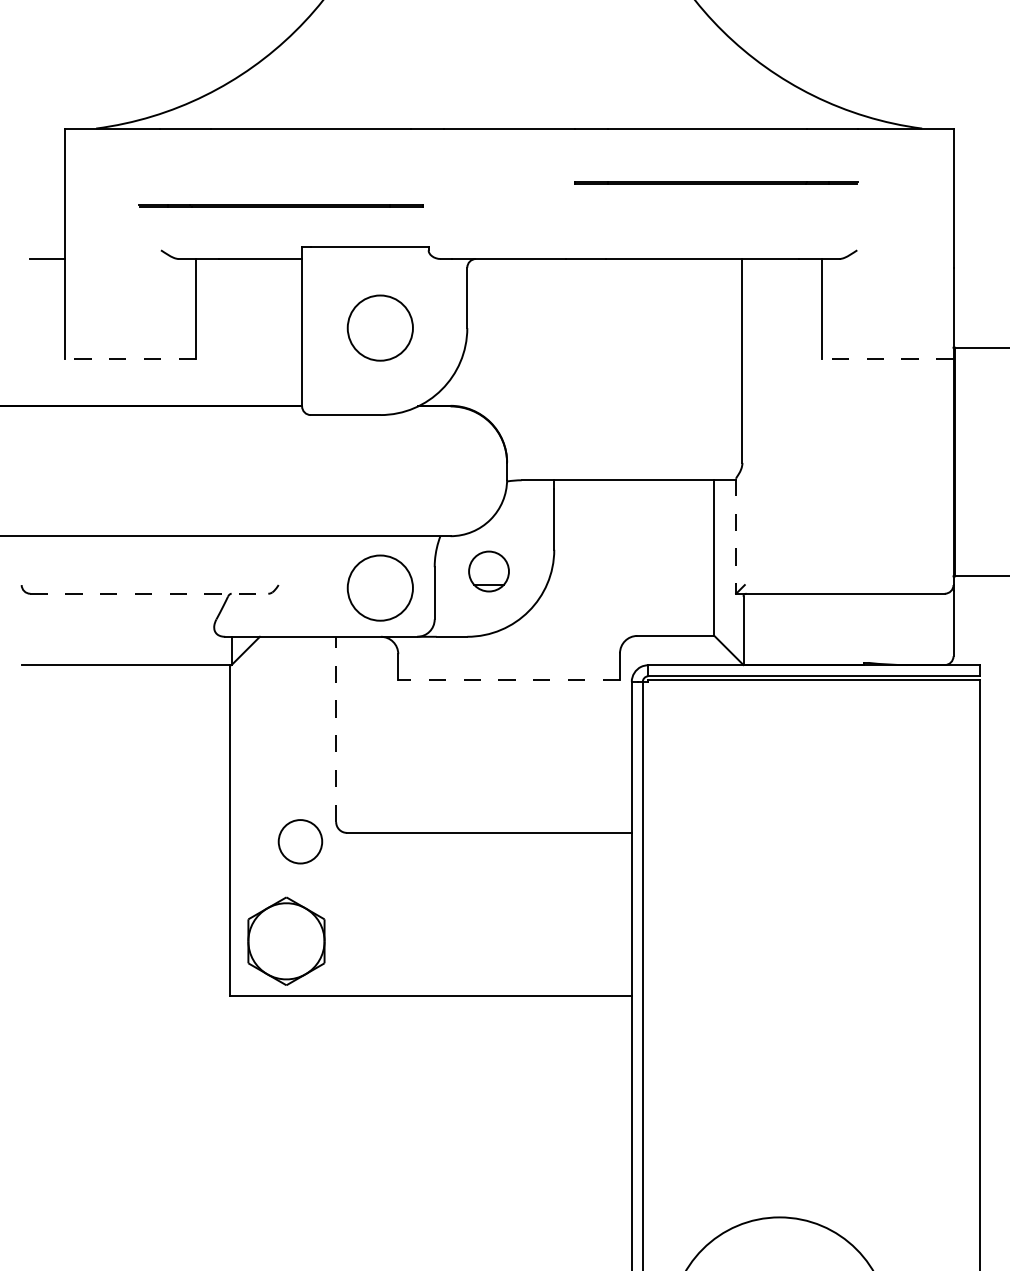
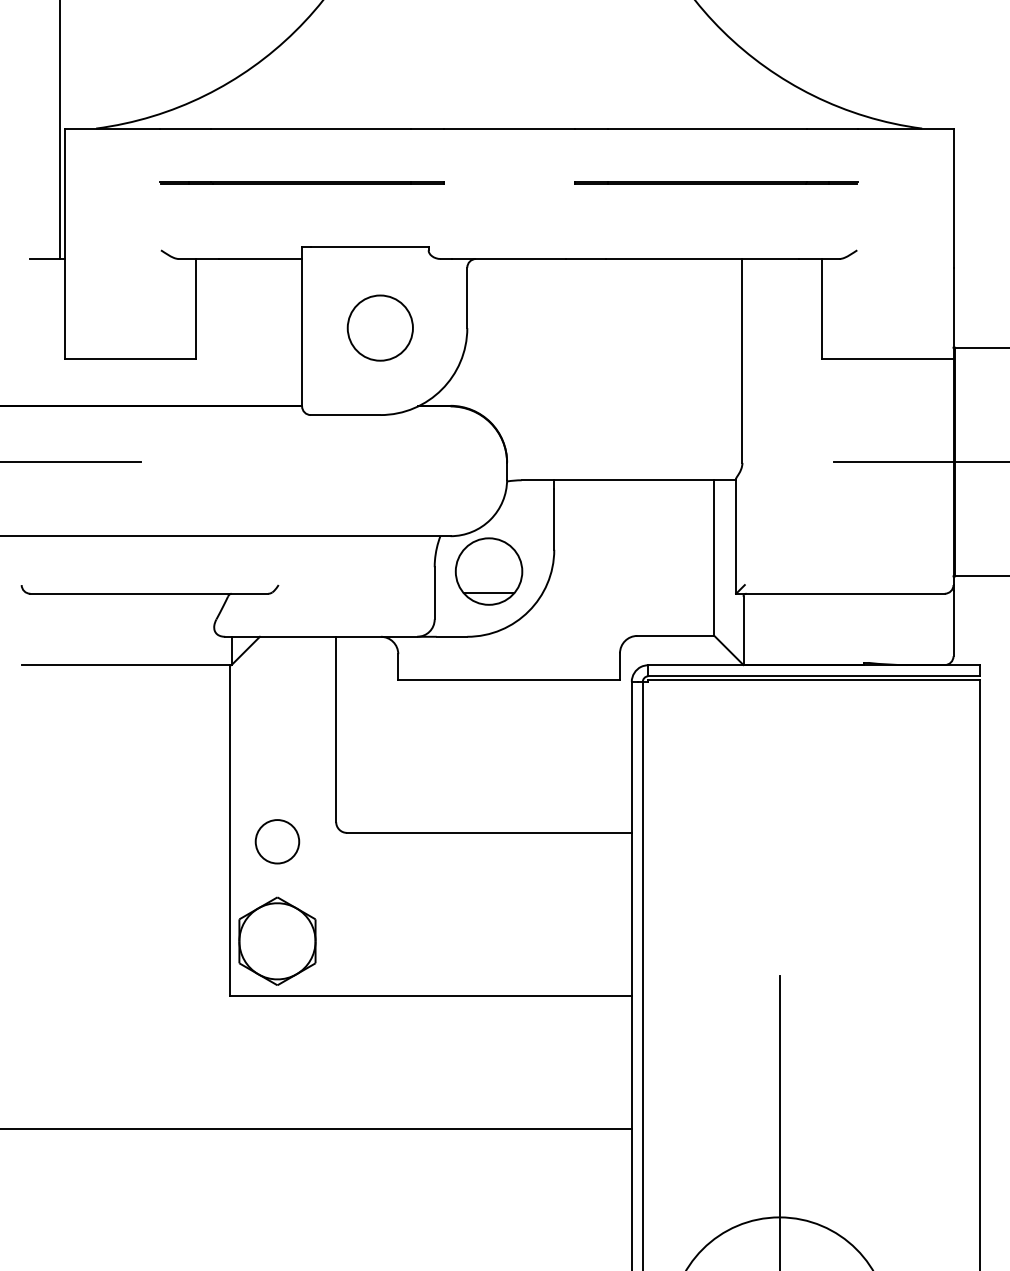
line at (59, 130): none -> present
line at (280, 205) position: (280, 205) -> (301, 182)
line at (130, 359): dashed -> solid
line at (887, 359): dashed -> solid
line at (71, 462): none -> present
line at (920, 462): none -> present
line at (736, 536): dashed -> solid
part at (488, 571) size: 42x43 px -> 70x69 px
circle at (379, 587): present -> none
line at (149, 593): dashed -> solid
line at (509, 680): dashed -> solid
line at (336, 729): dashed -> solid
circle at (300, 841) position: (300, 841) -> (277, 841)
part at (286, 940) position: (286, 940) -> (277, 940)
line at (779, 1121): none -> present
line at (316, 1128): none -> present
